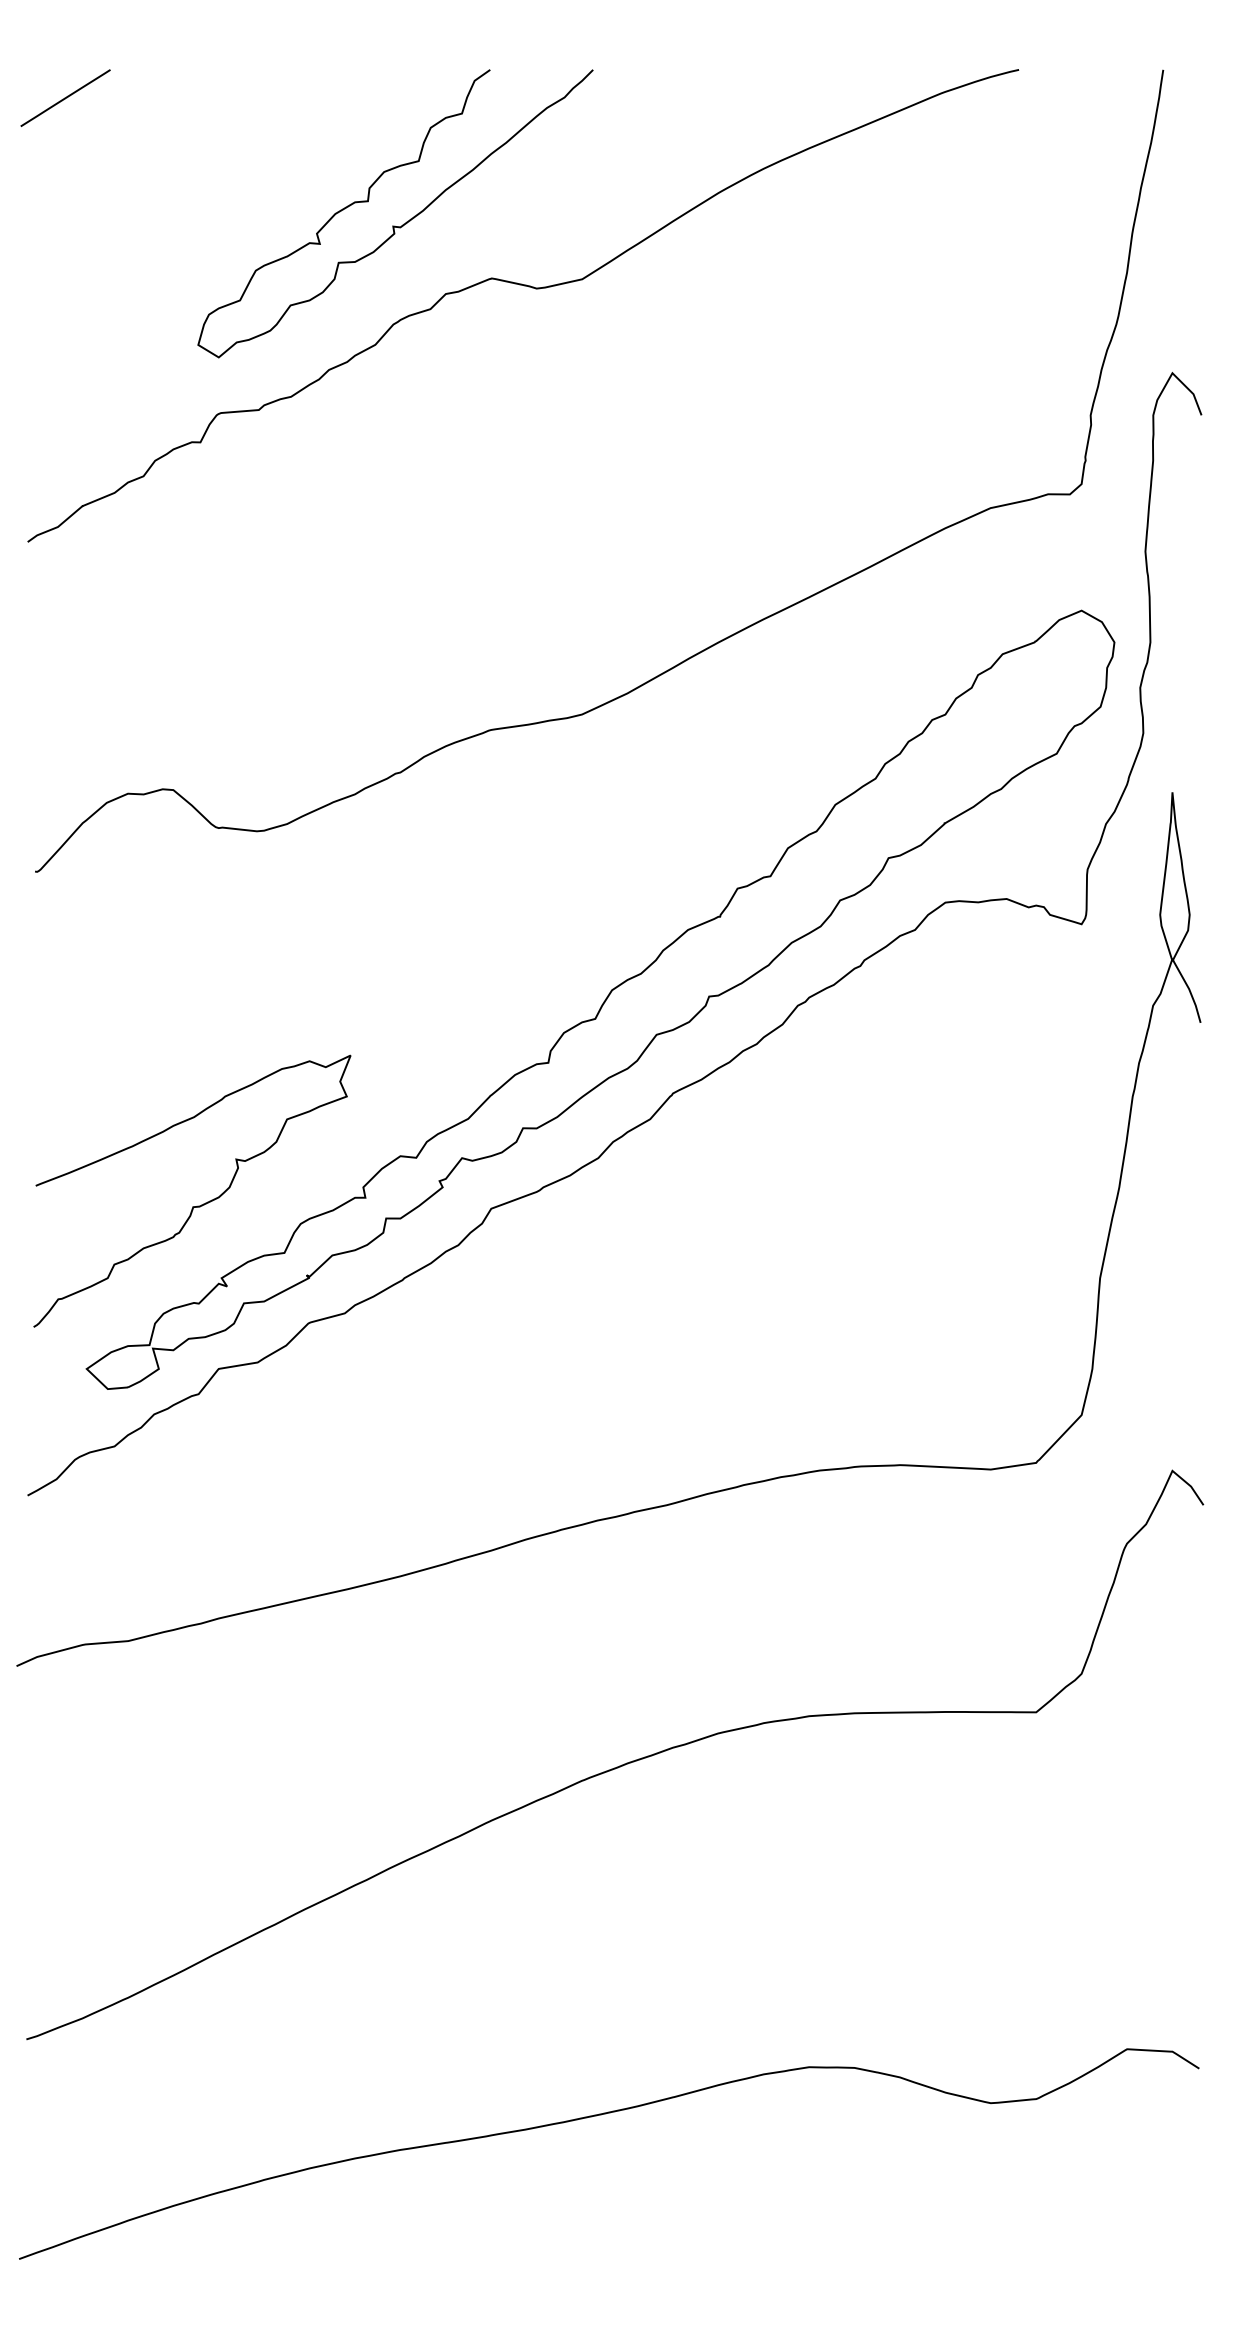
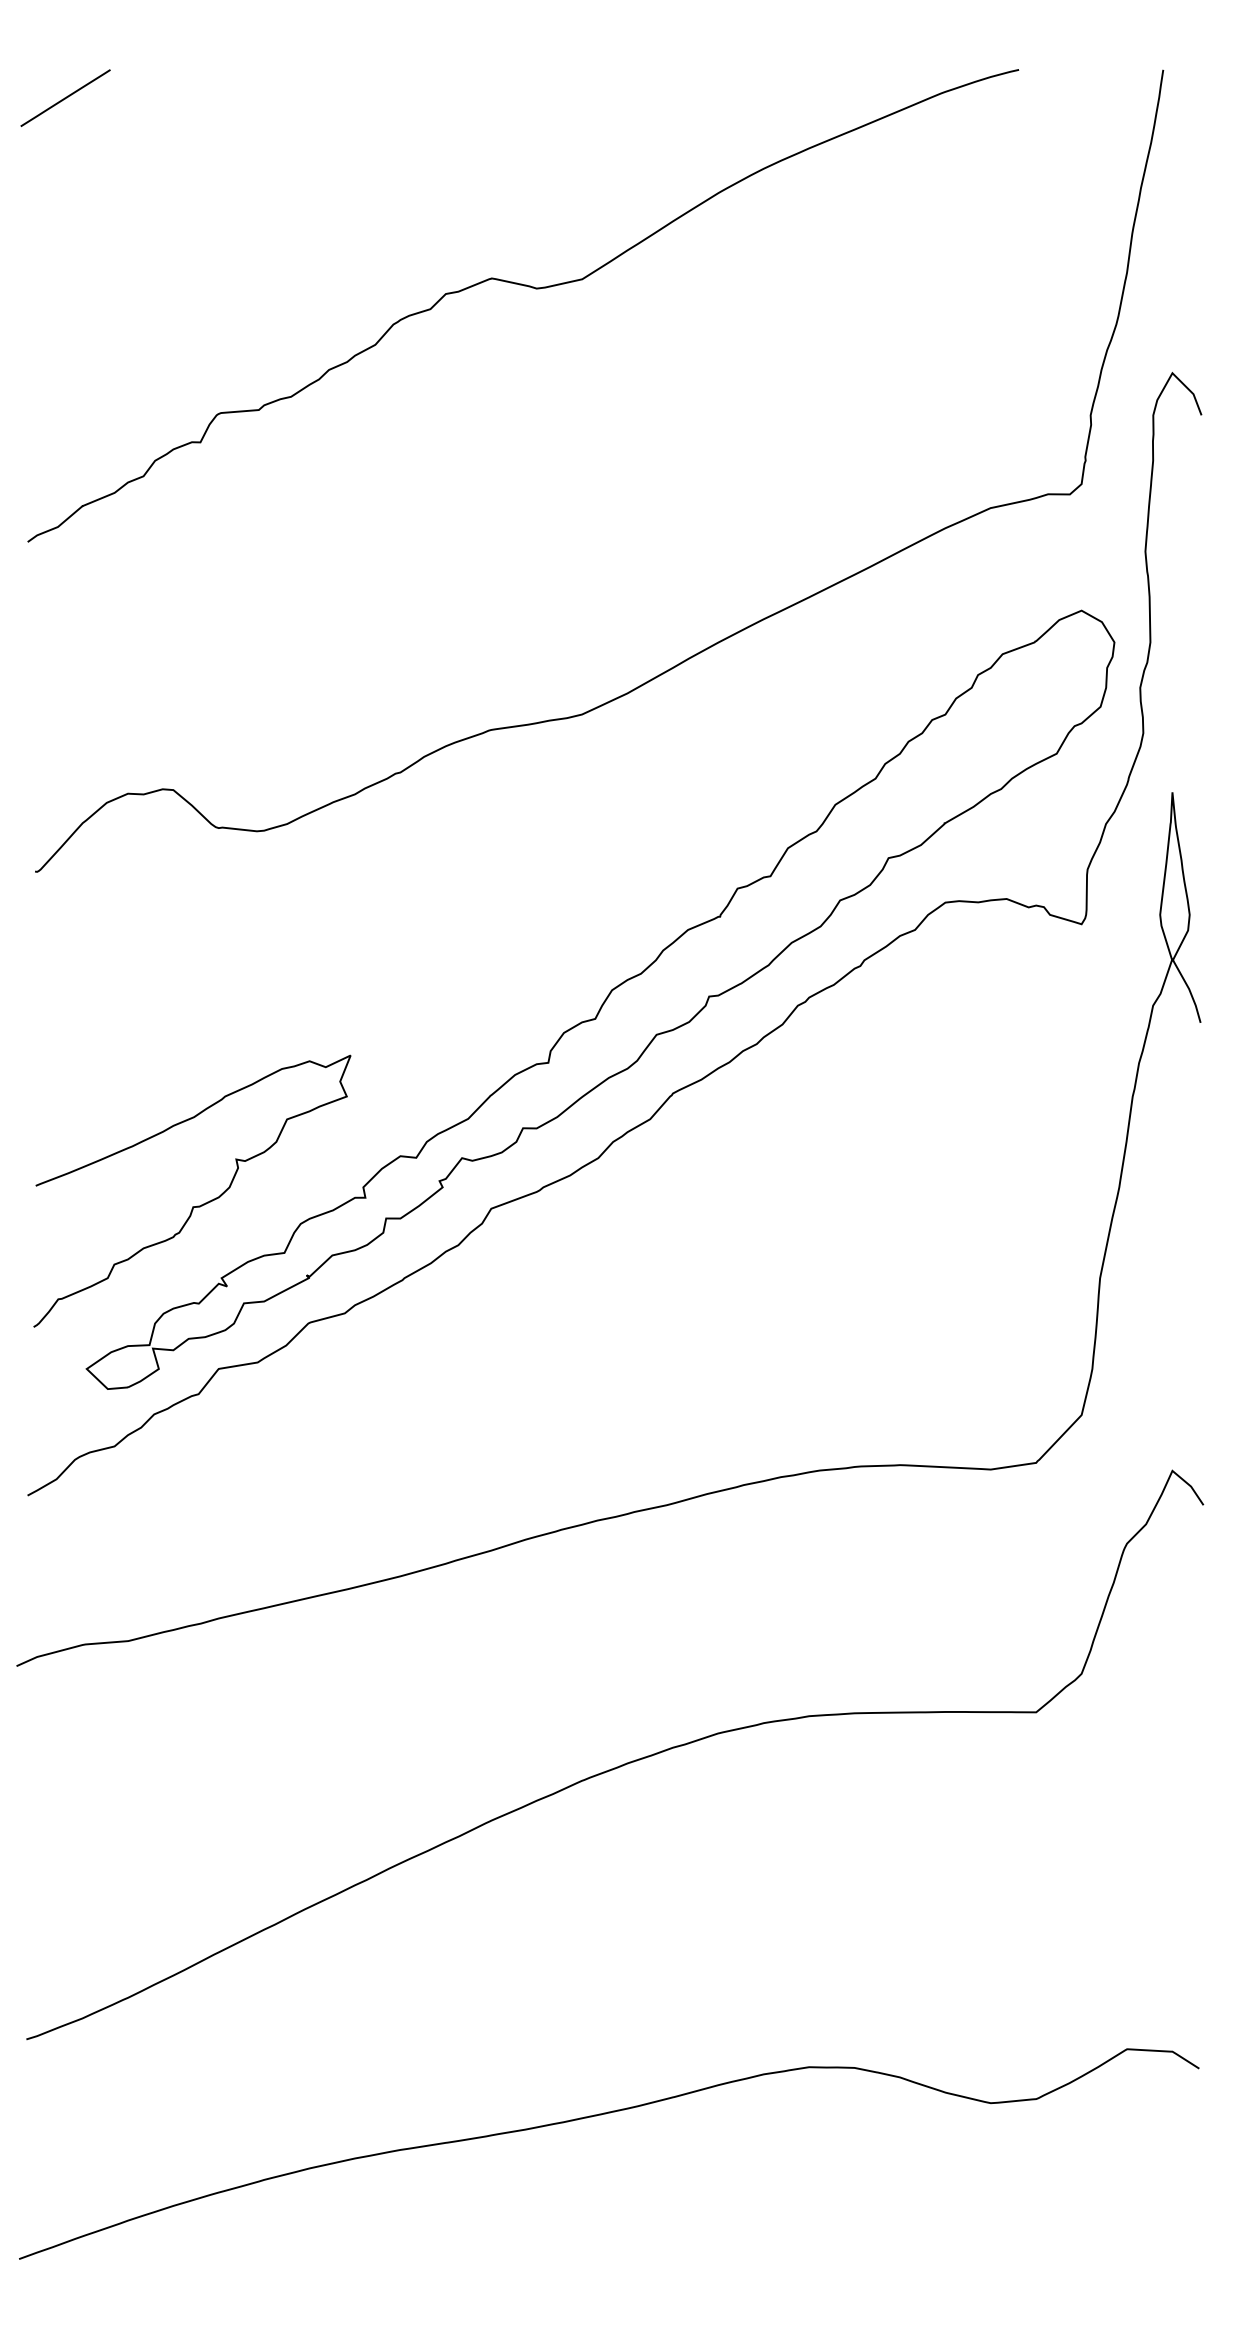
curve at (394, 225): present -> none
